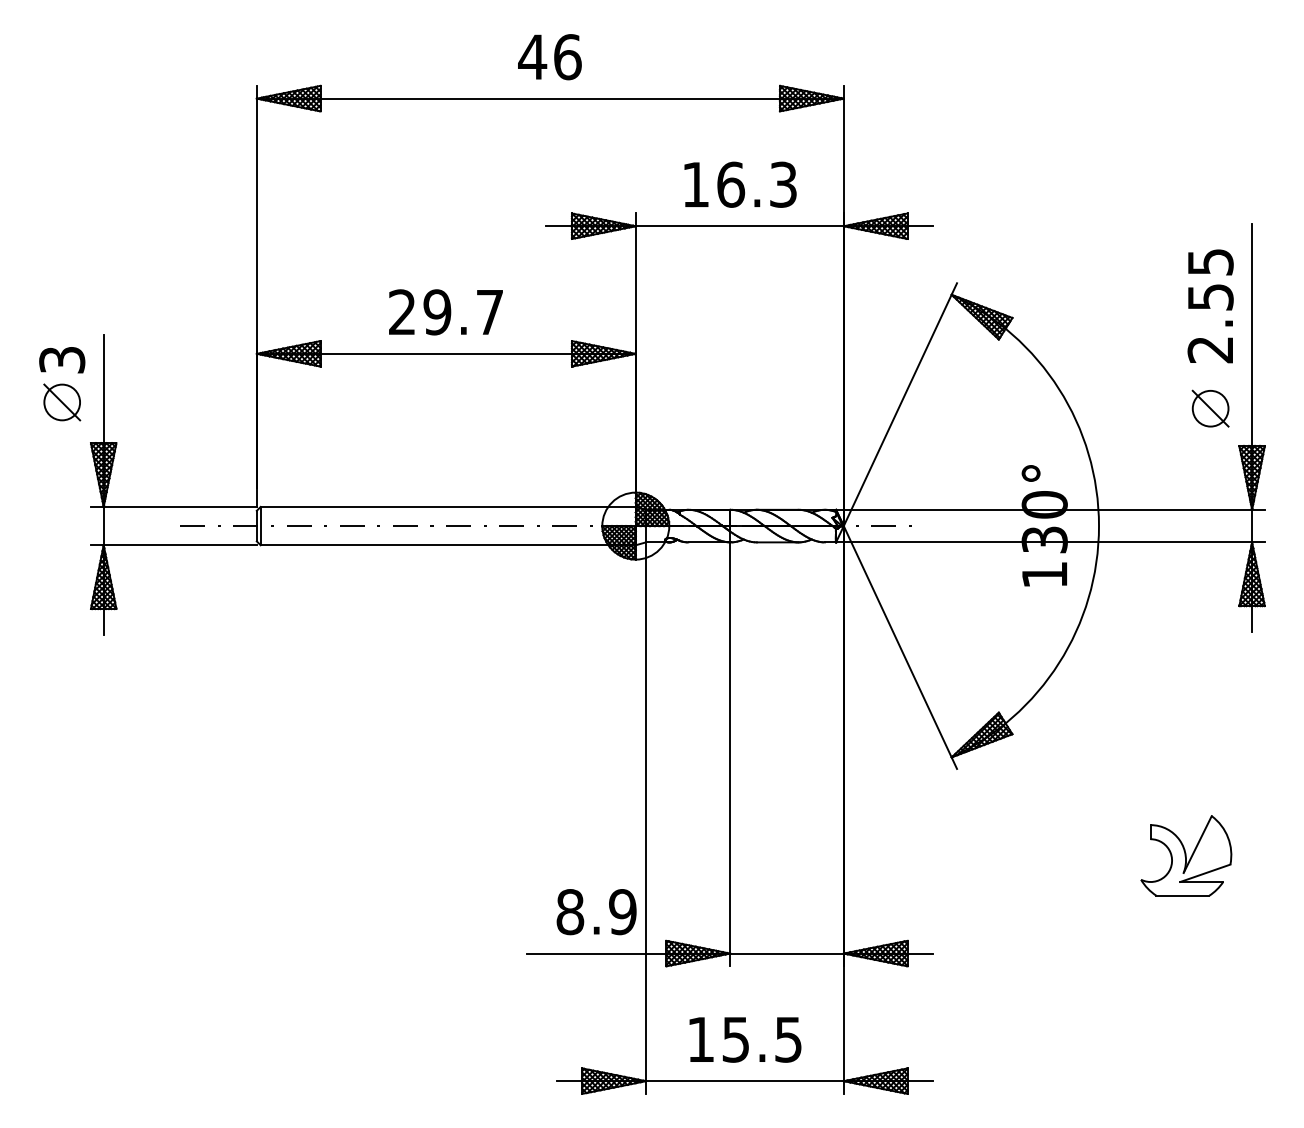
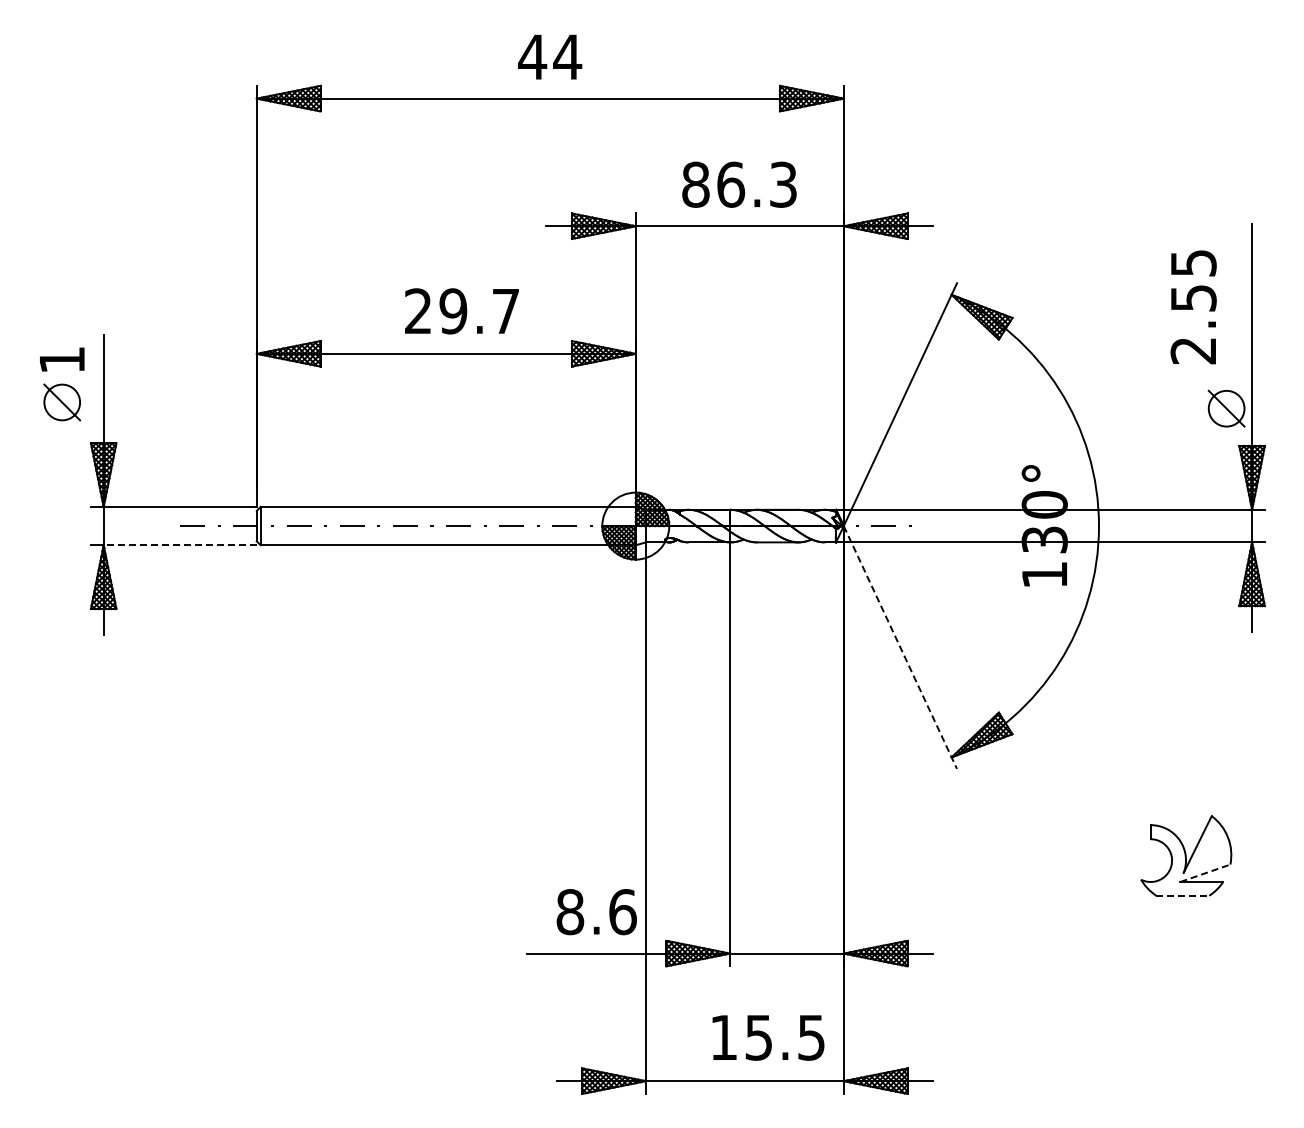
text at (567, 57): 46 -> 44
text at (695, 184): 16.3 -> 86.3
text at (1210, 306) position: (1210, 306) -> (1193, 307)
text at (445, 312) position: (445, 312) -> (461, 311)
text at (62, 360): 3 -> 1
part at (1210, 408) position: (1210, 408) -> (1226, 408)
line at (180, 545): solid -> dashed
line at (900, 647): solid -> dashed
line at (1205, 873): solid -> dashed
line at (1183, 895): solid -> dashed
text at (622, 912): 8.9 -> 8.6
text at (745, 1039) position: (745, 1039) -> (768, 1037)
